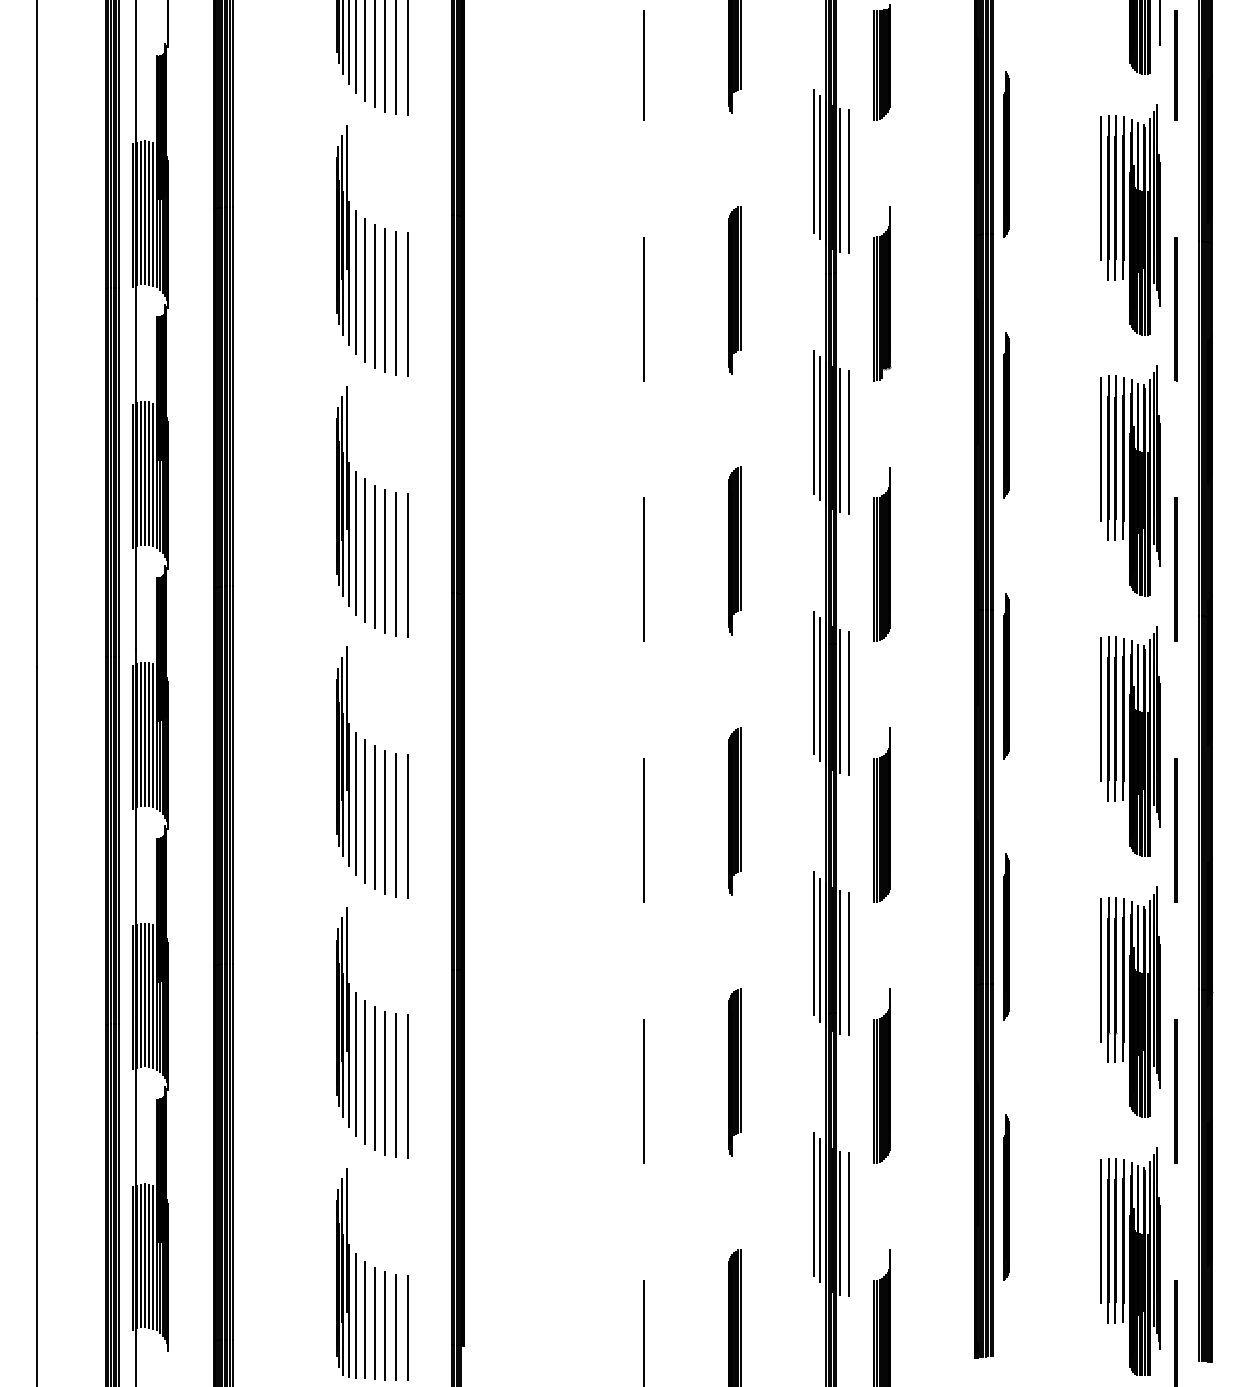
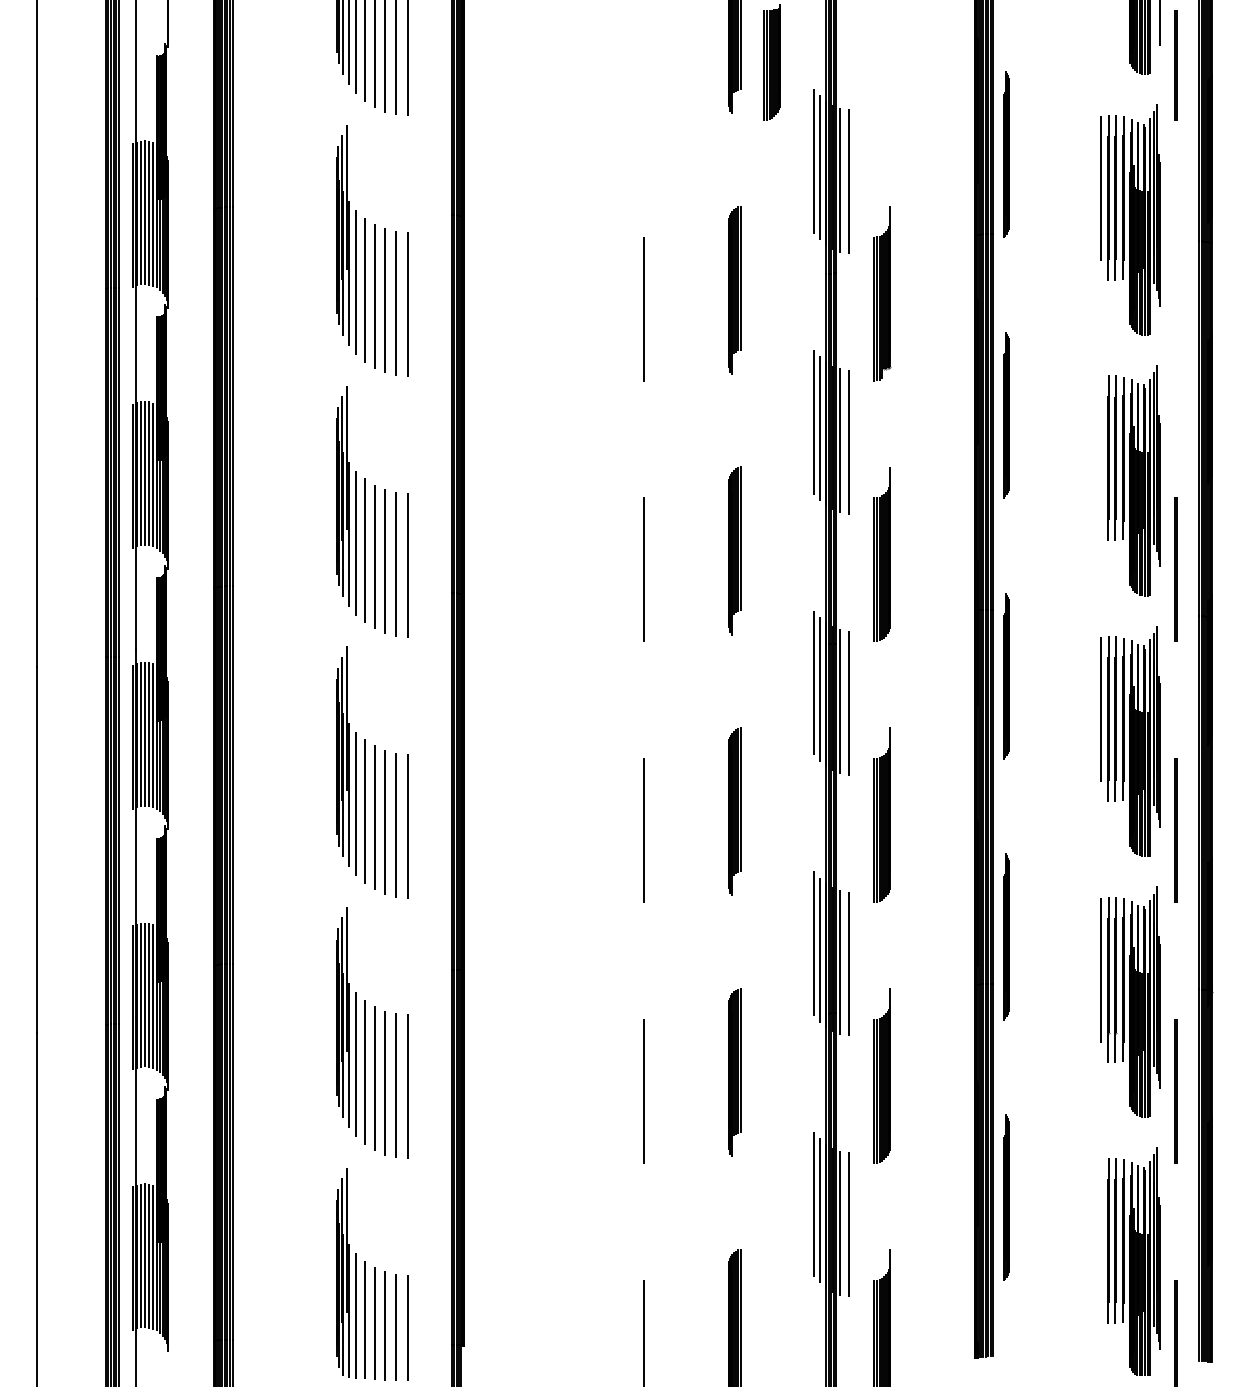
part at (881, 62) position: (881, 62) -> (771, 62)
line at (644, 65): present -> none
line at (1175, 309): present -> none
line at (1100, 448): present -> none
line at (1100, 1230): present -> none
